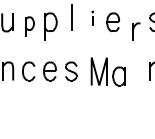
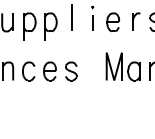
part at (92, 17) size: 4x16 px -> 4x25 px
part at (29, 26) size: 10x21 px -> 14x29 px
part at (136, 31) position: (136, 31) -> (136, 21)
part at (107, 71) position: (107, 71) -> (122, 66)
